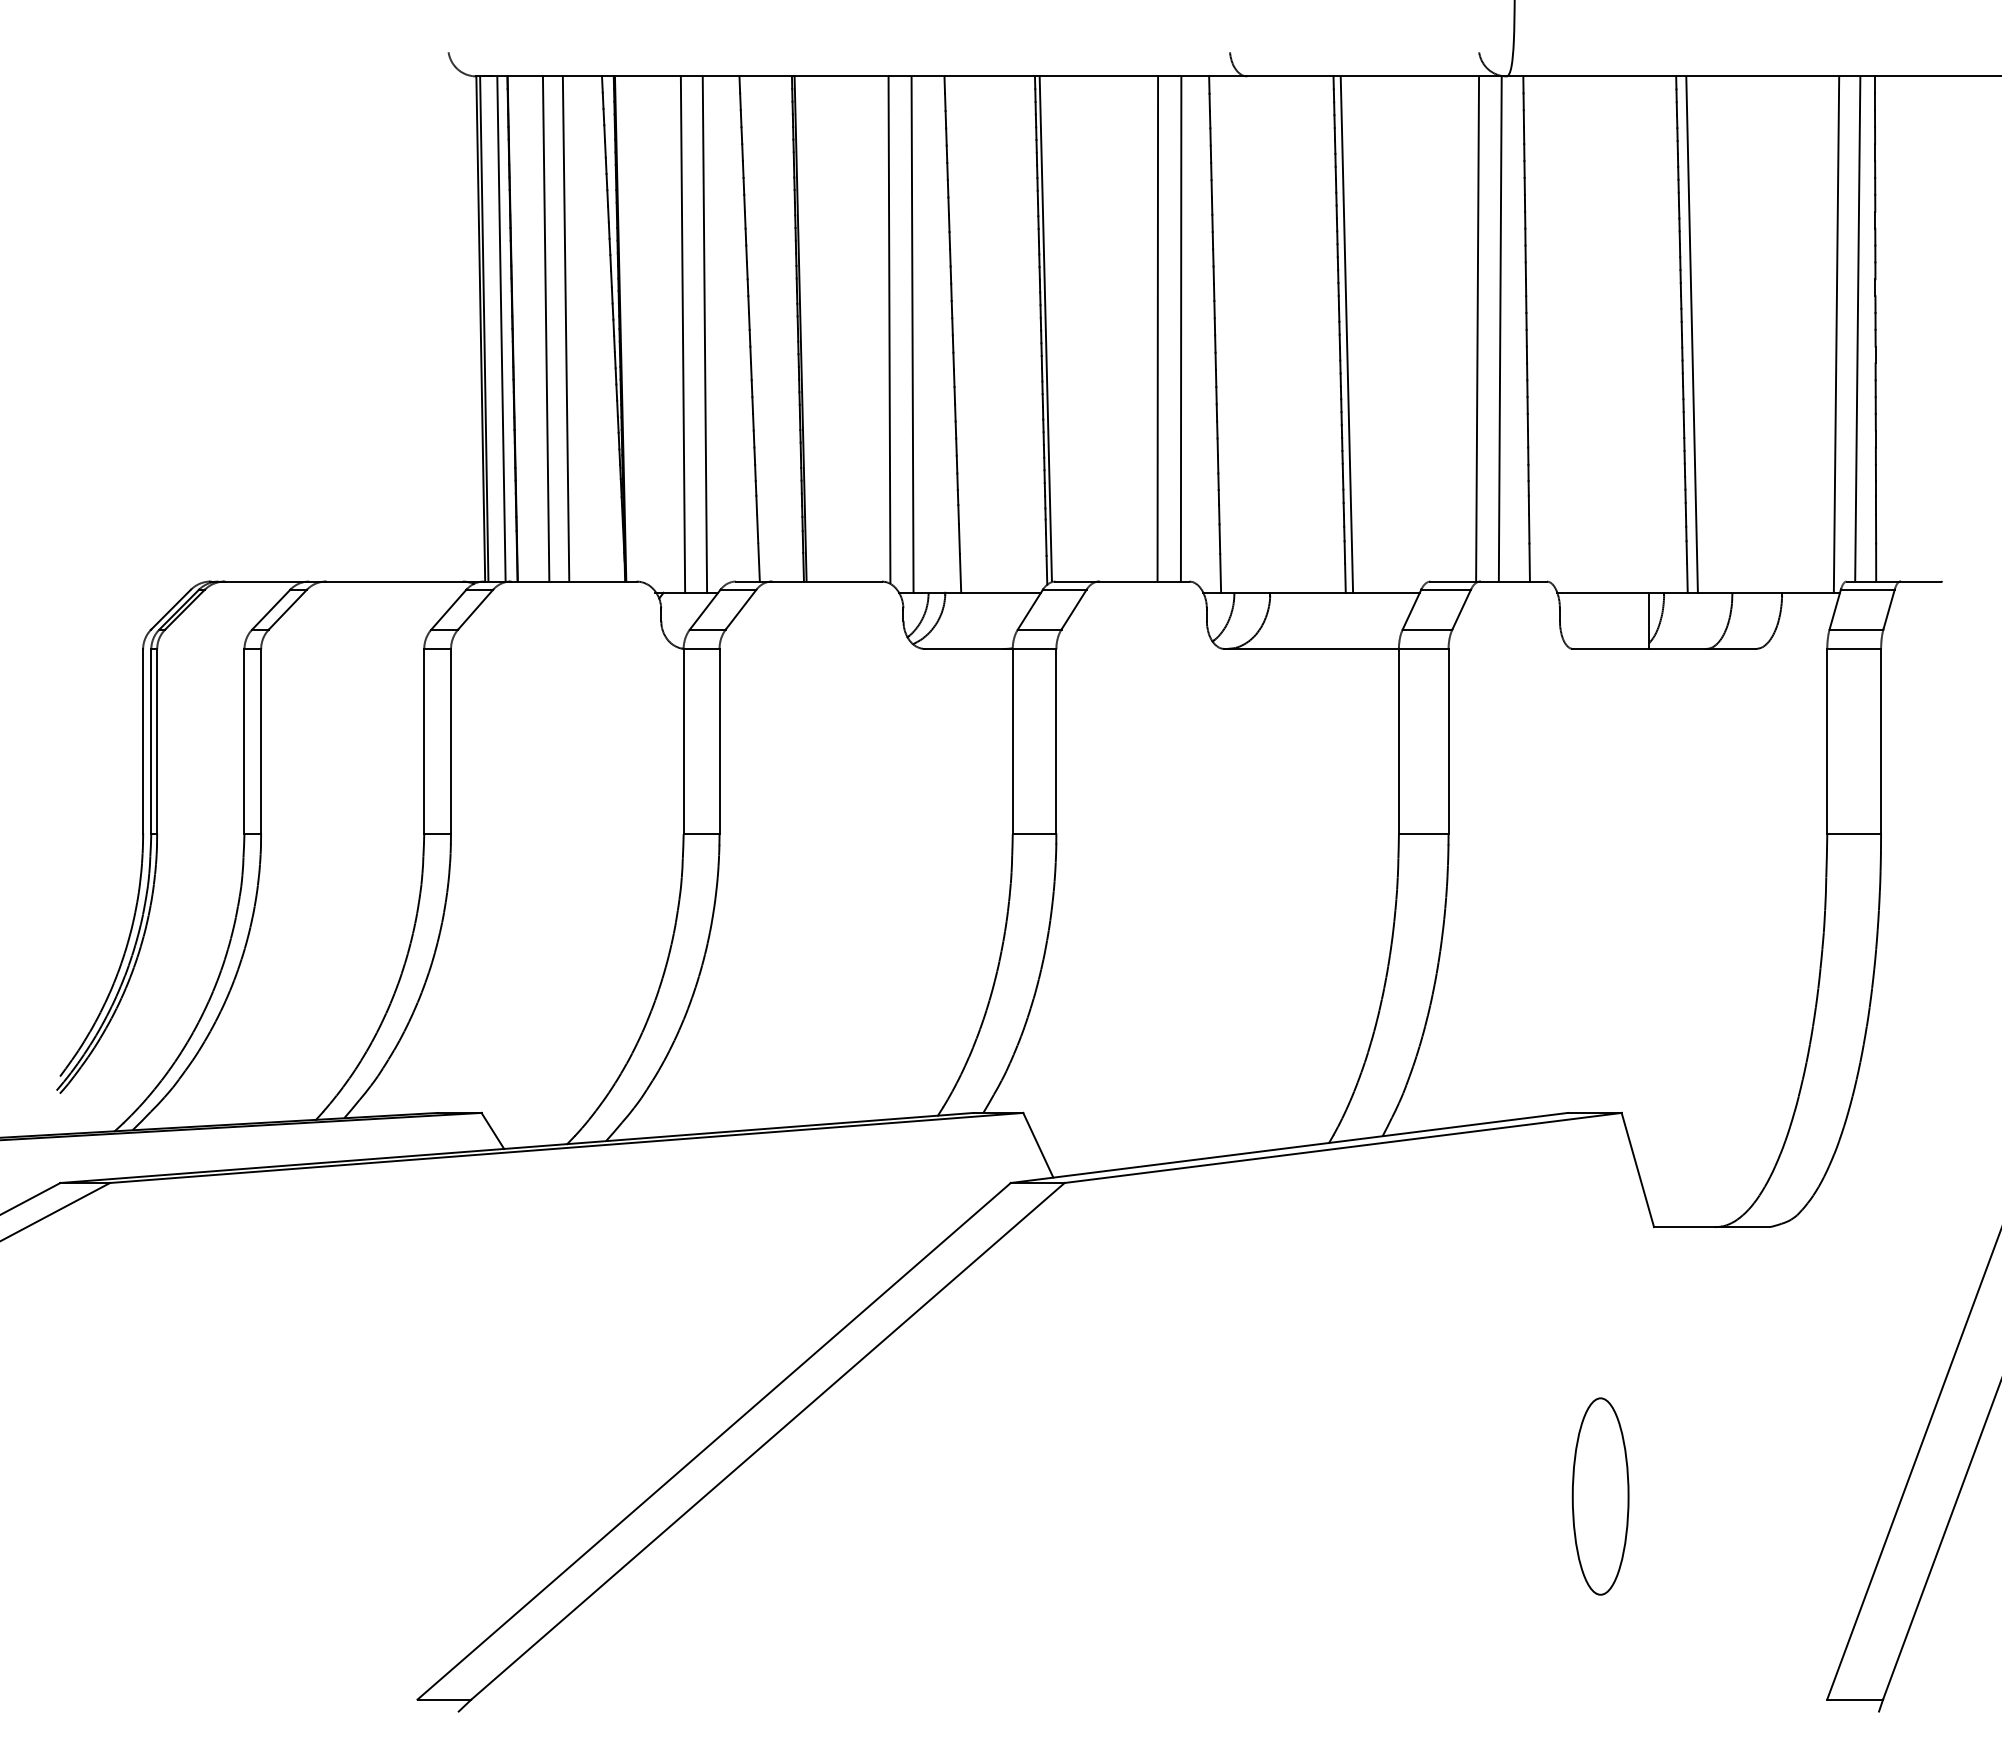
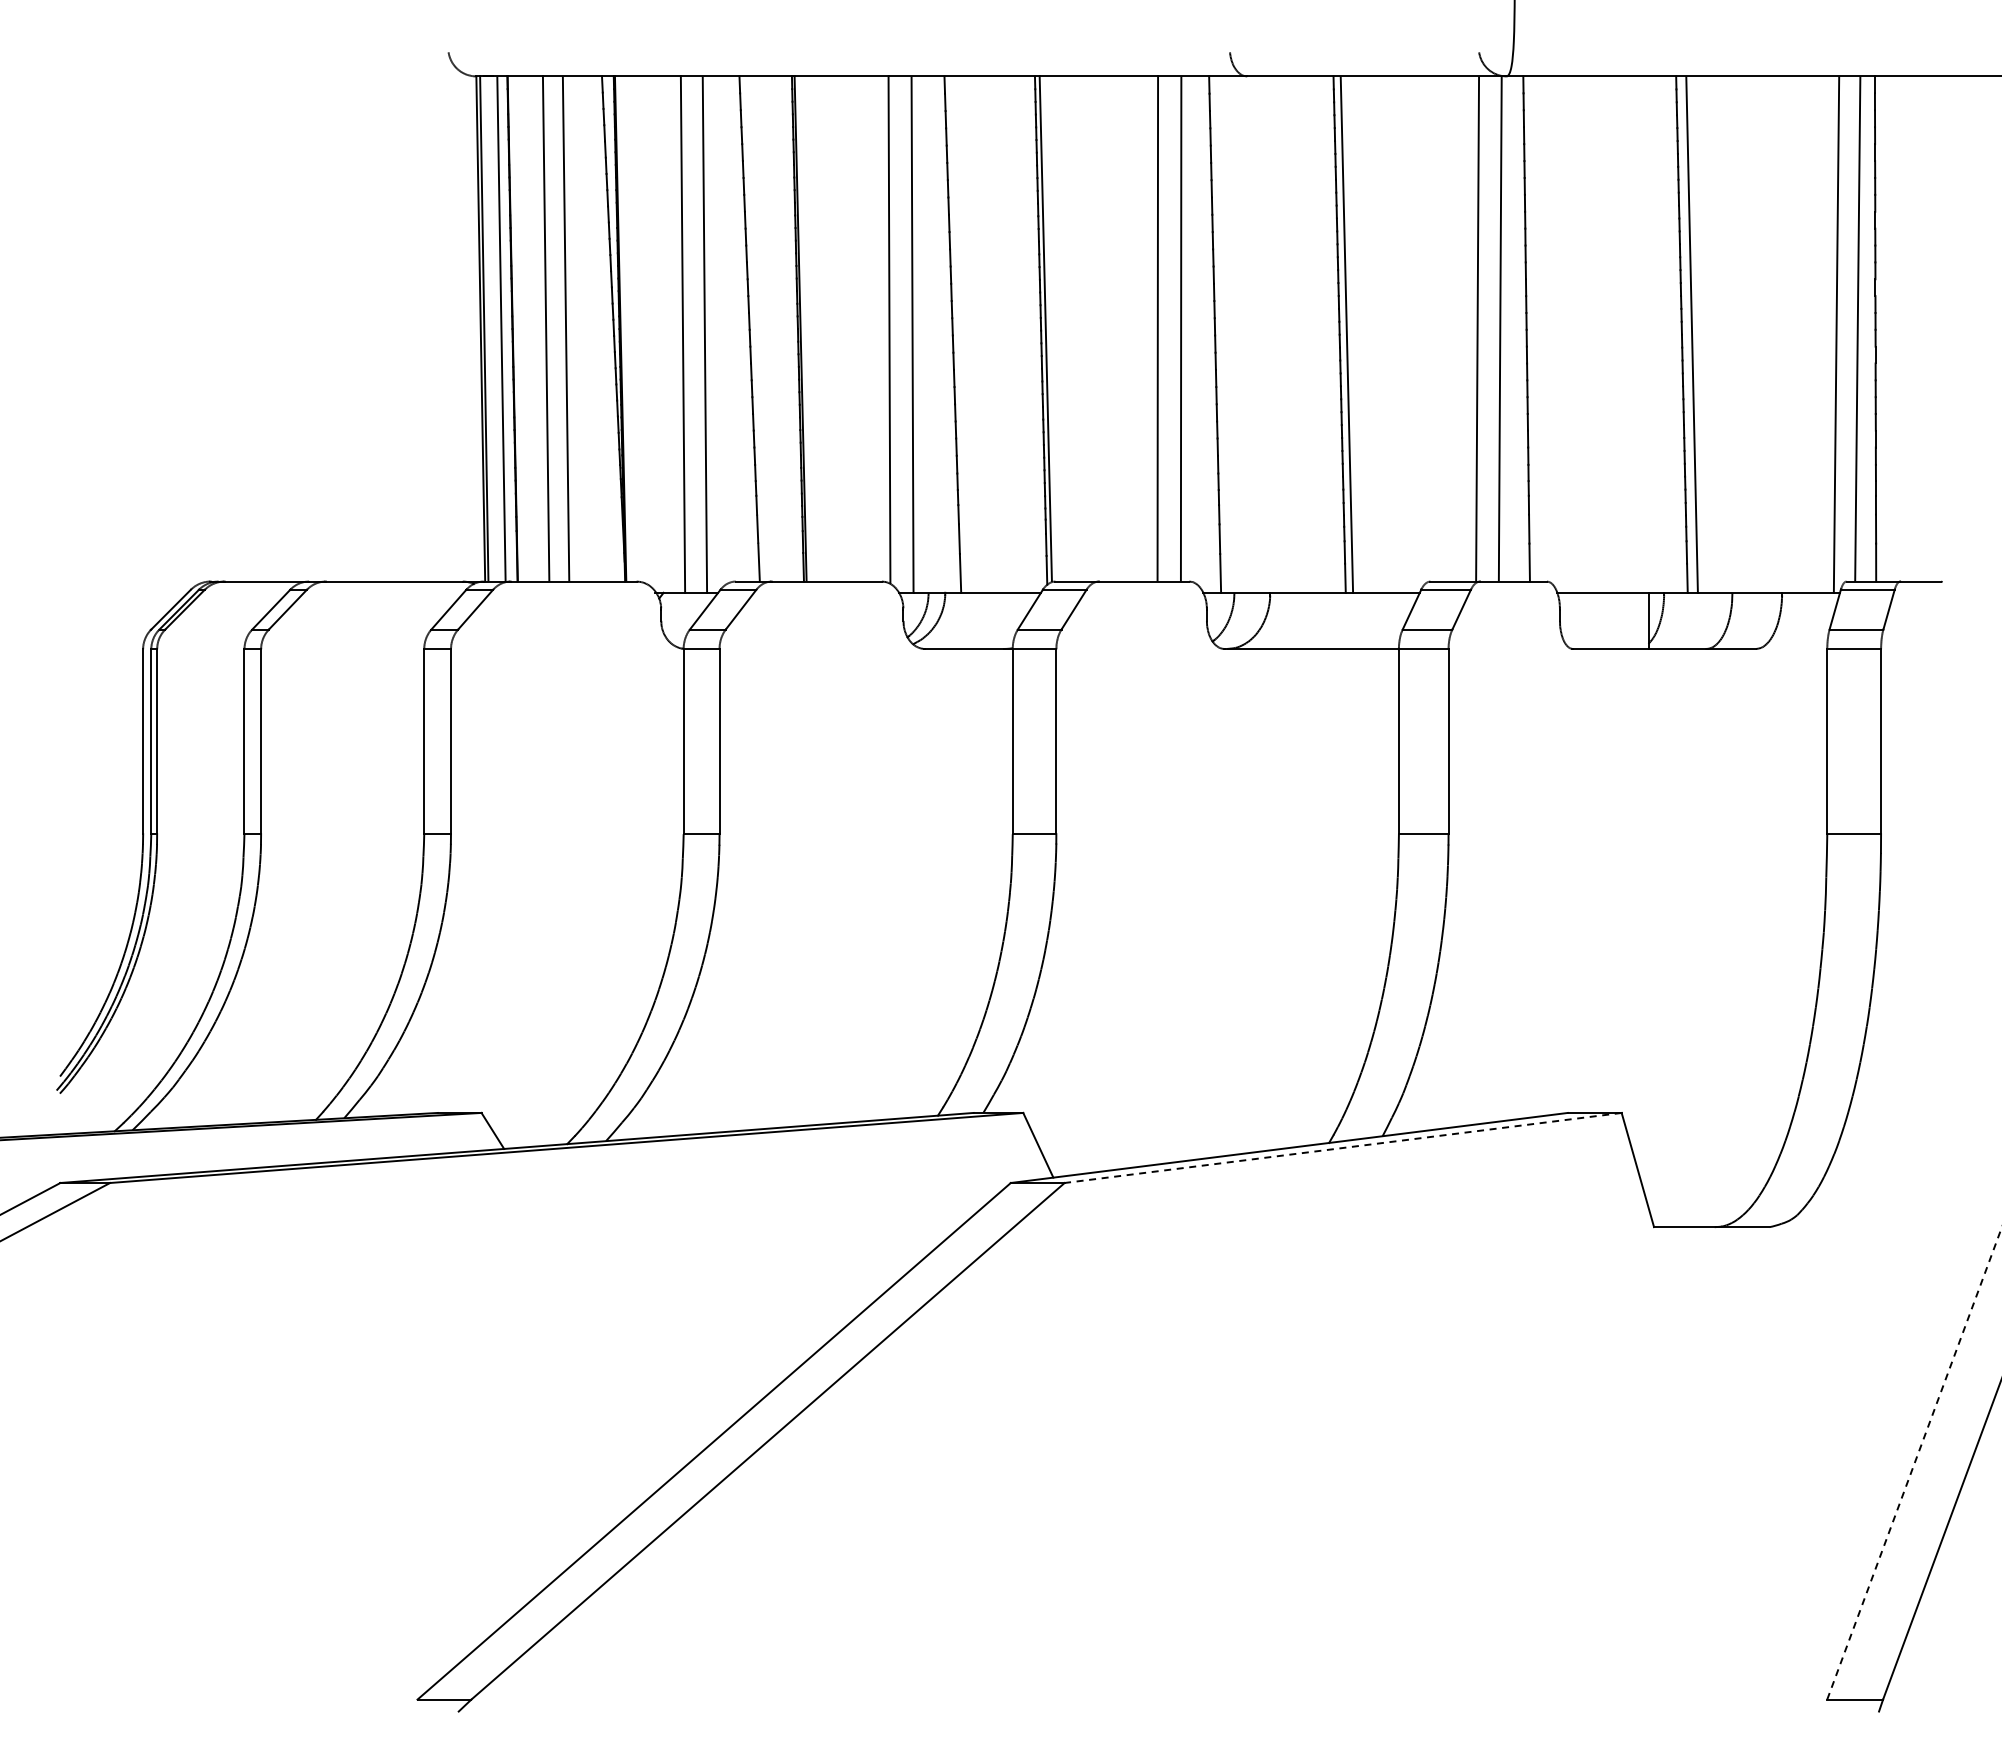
line at (1343, 1147): solid -> dashed
line at (1914, 1463): solid -> dashed
part at (1600, 1496): present -> none
